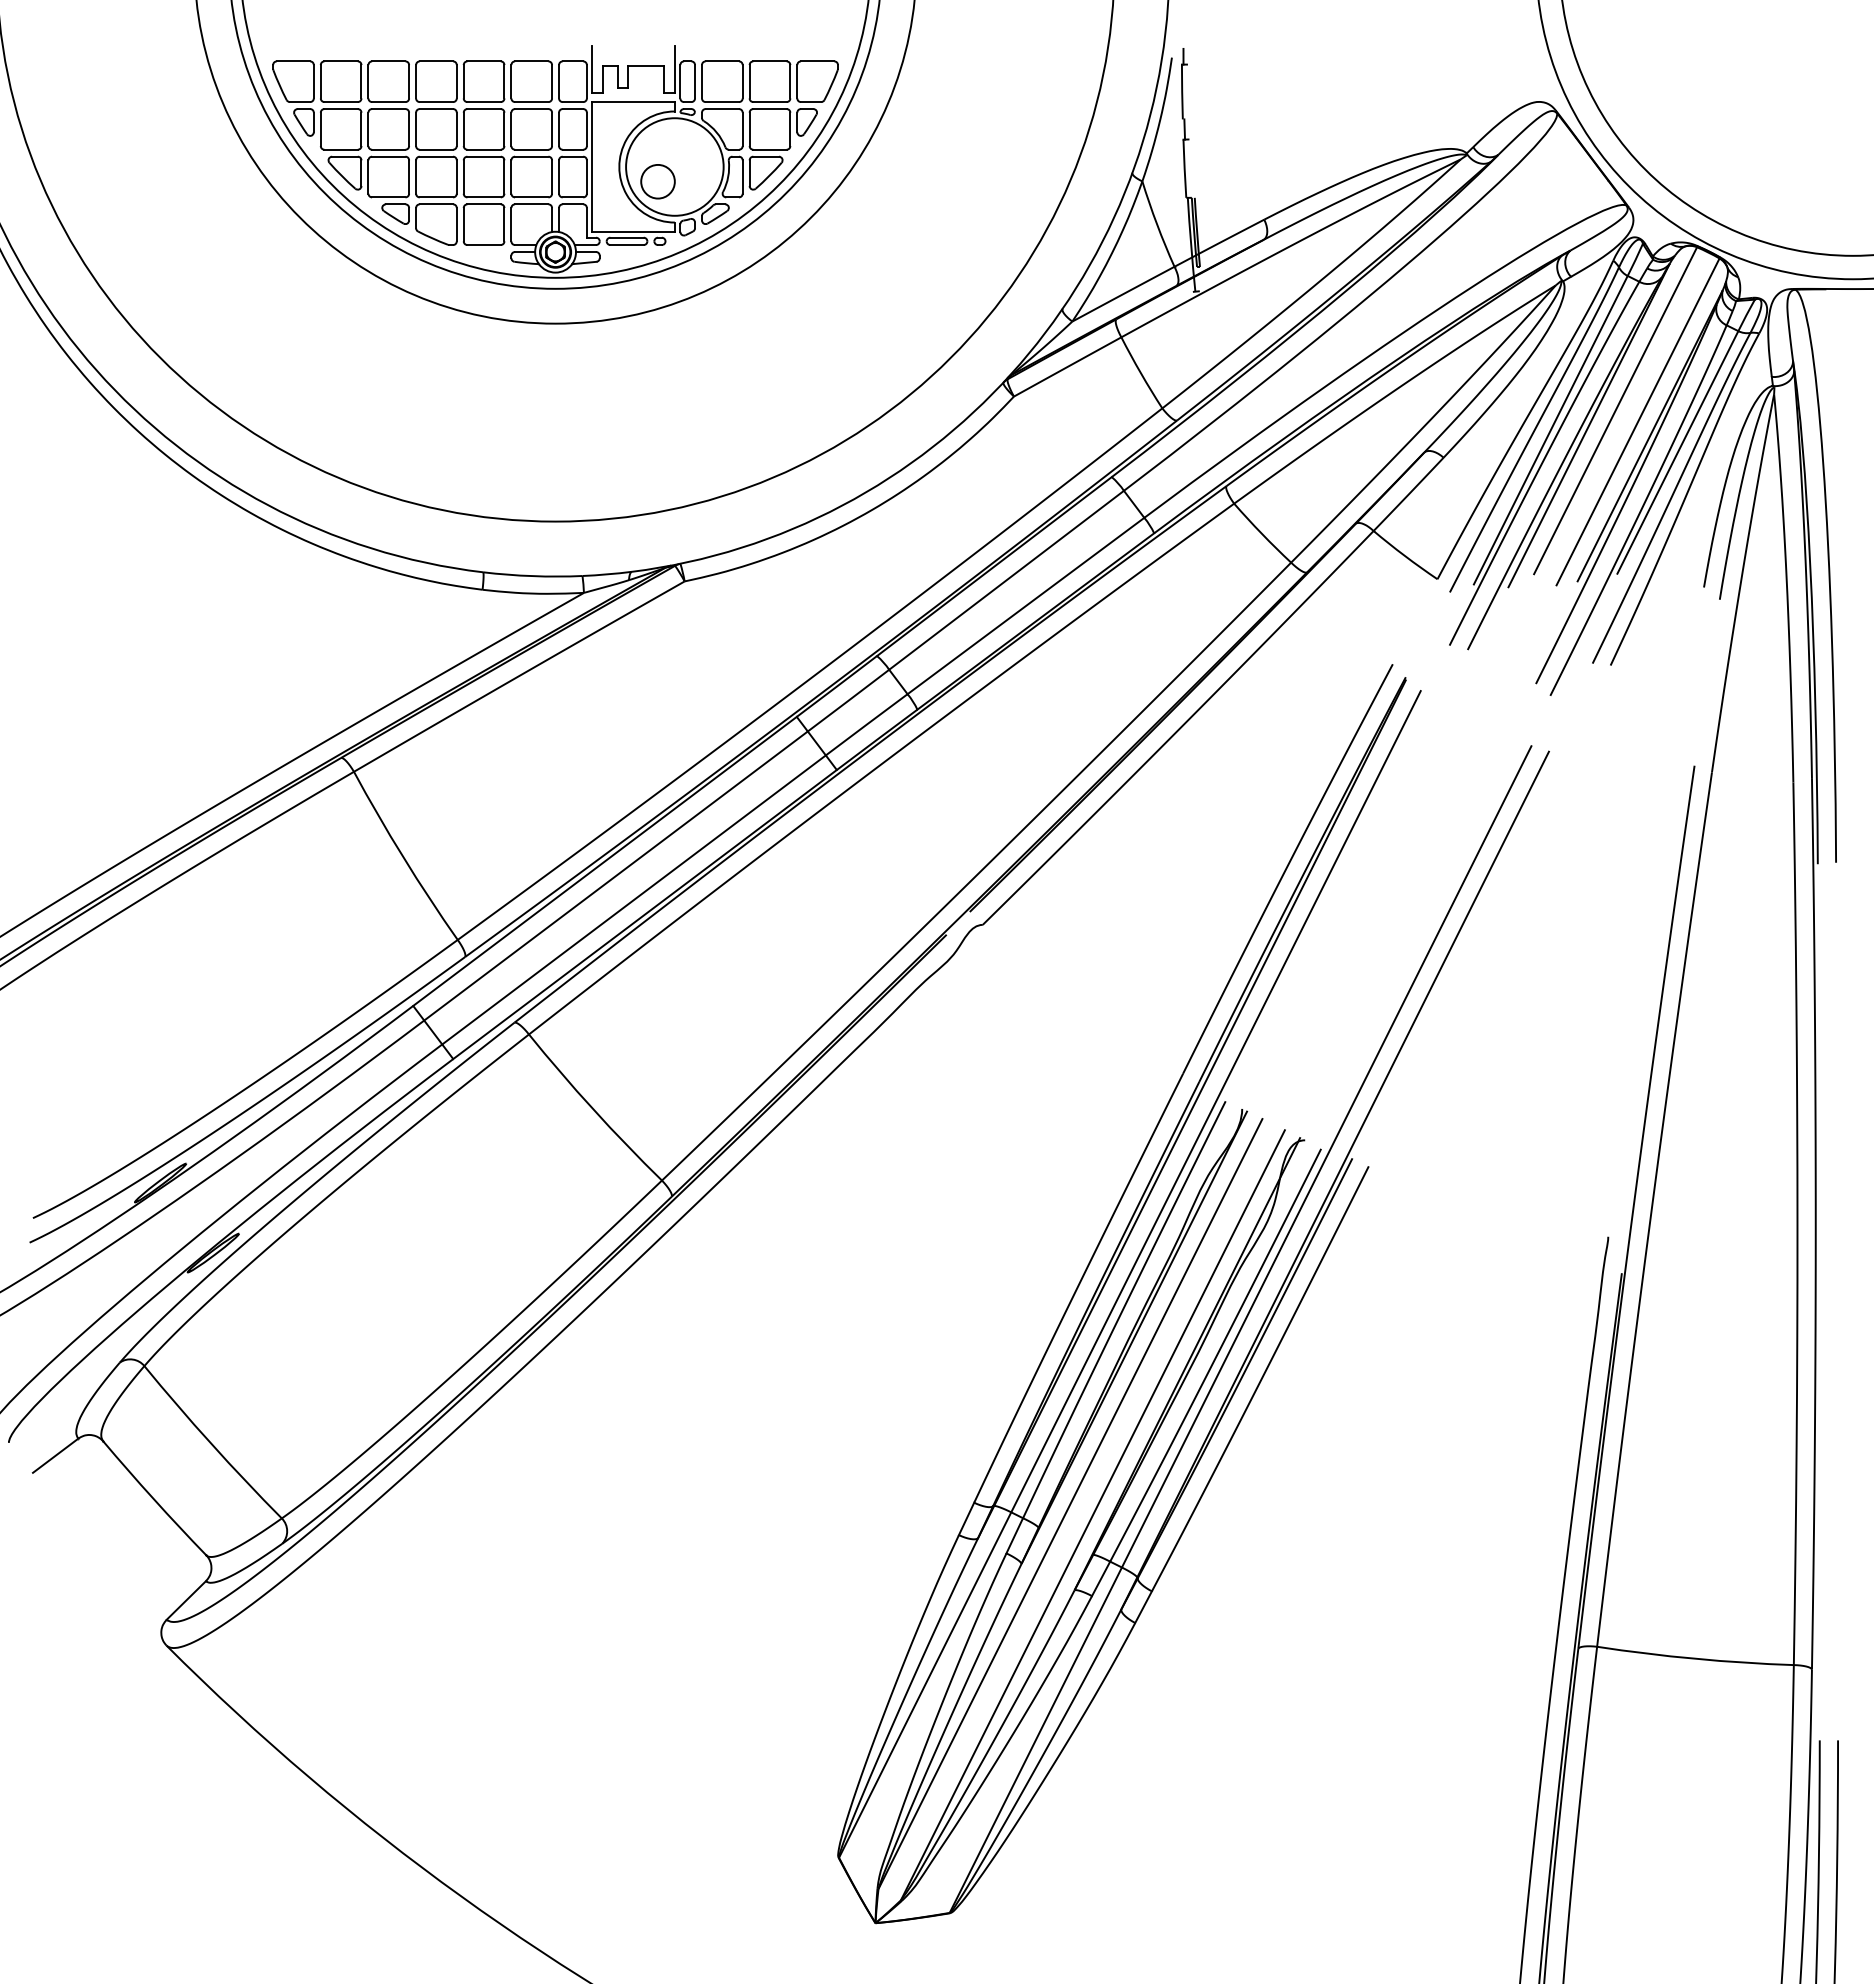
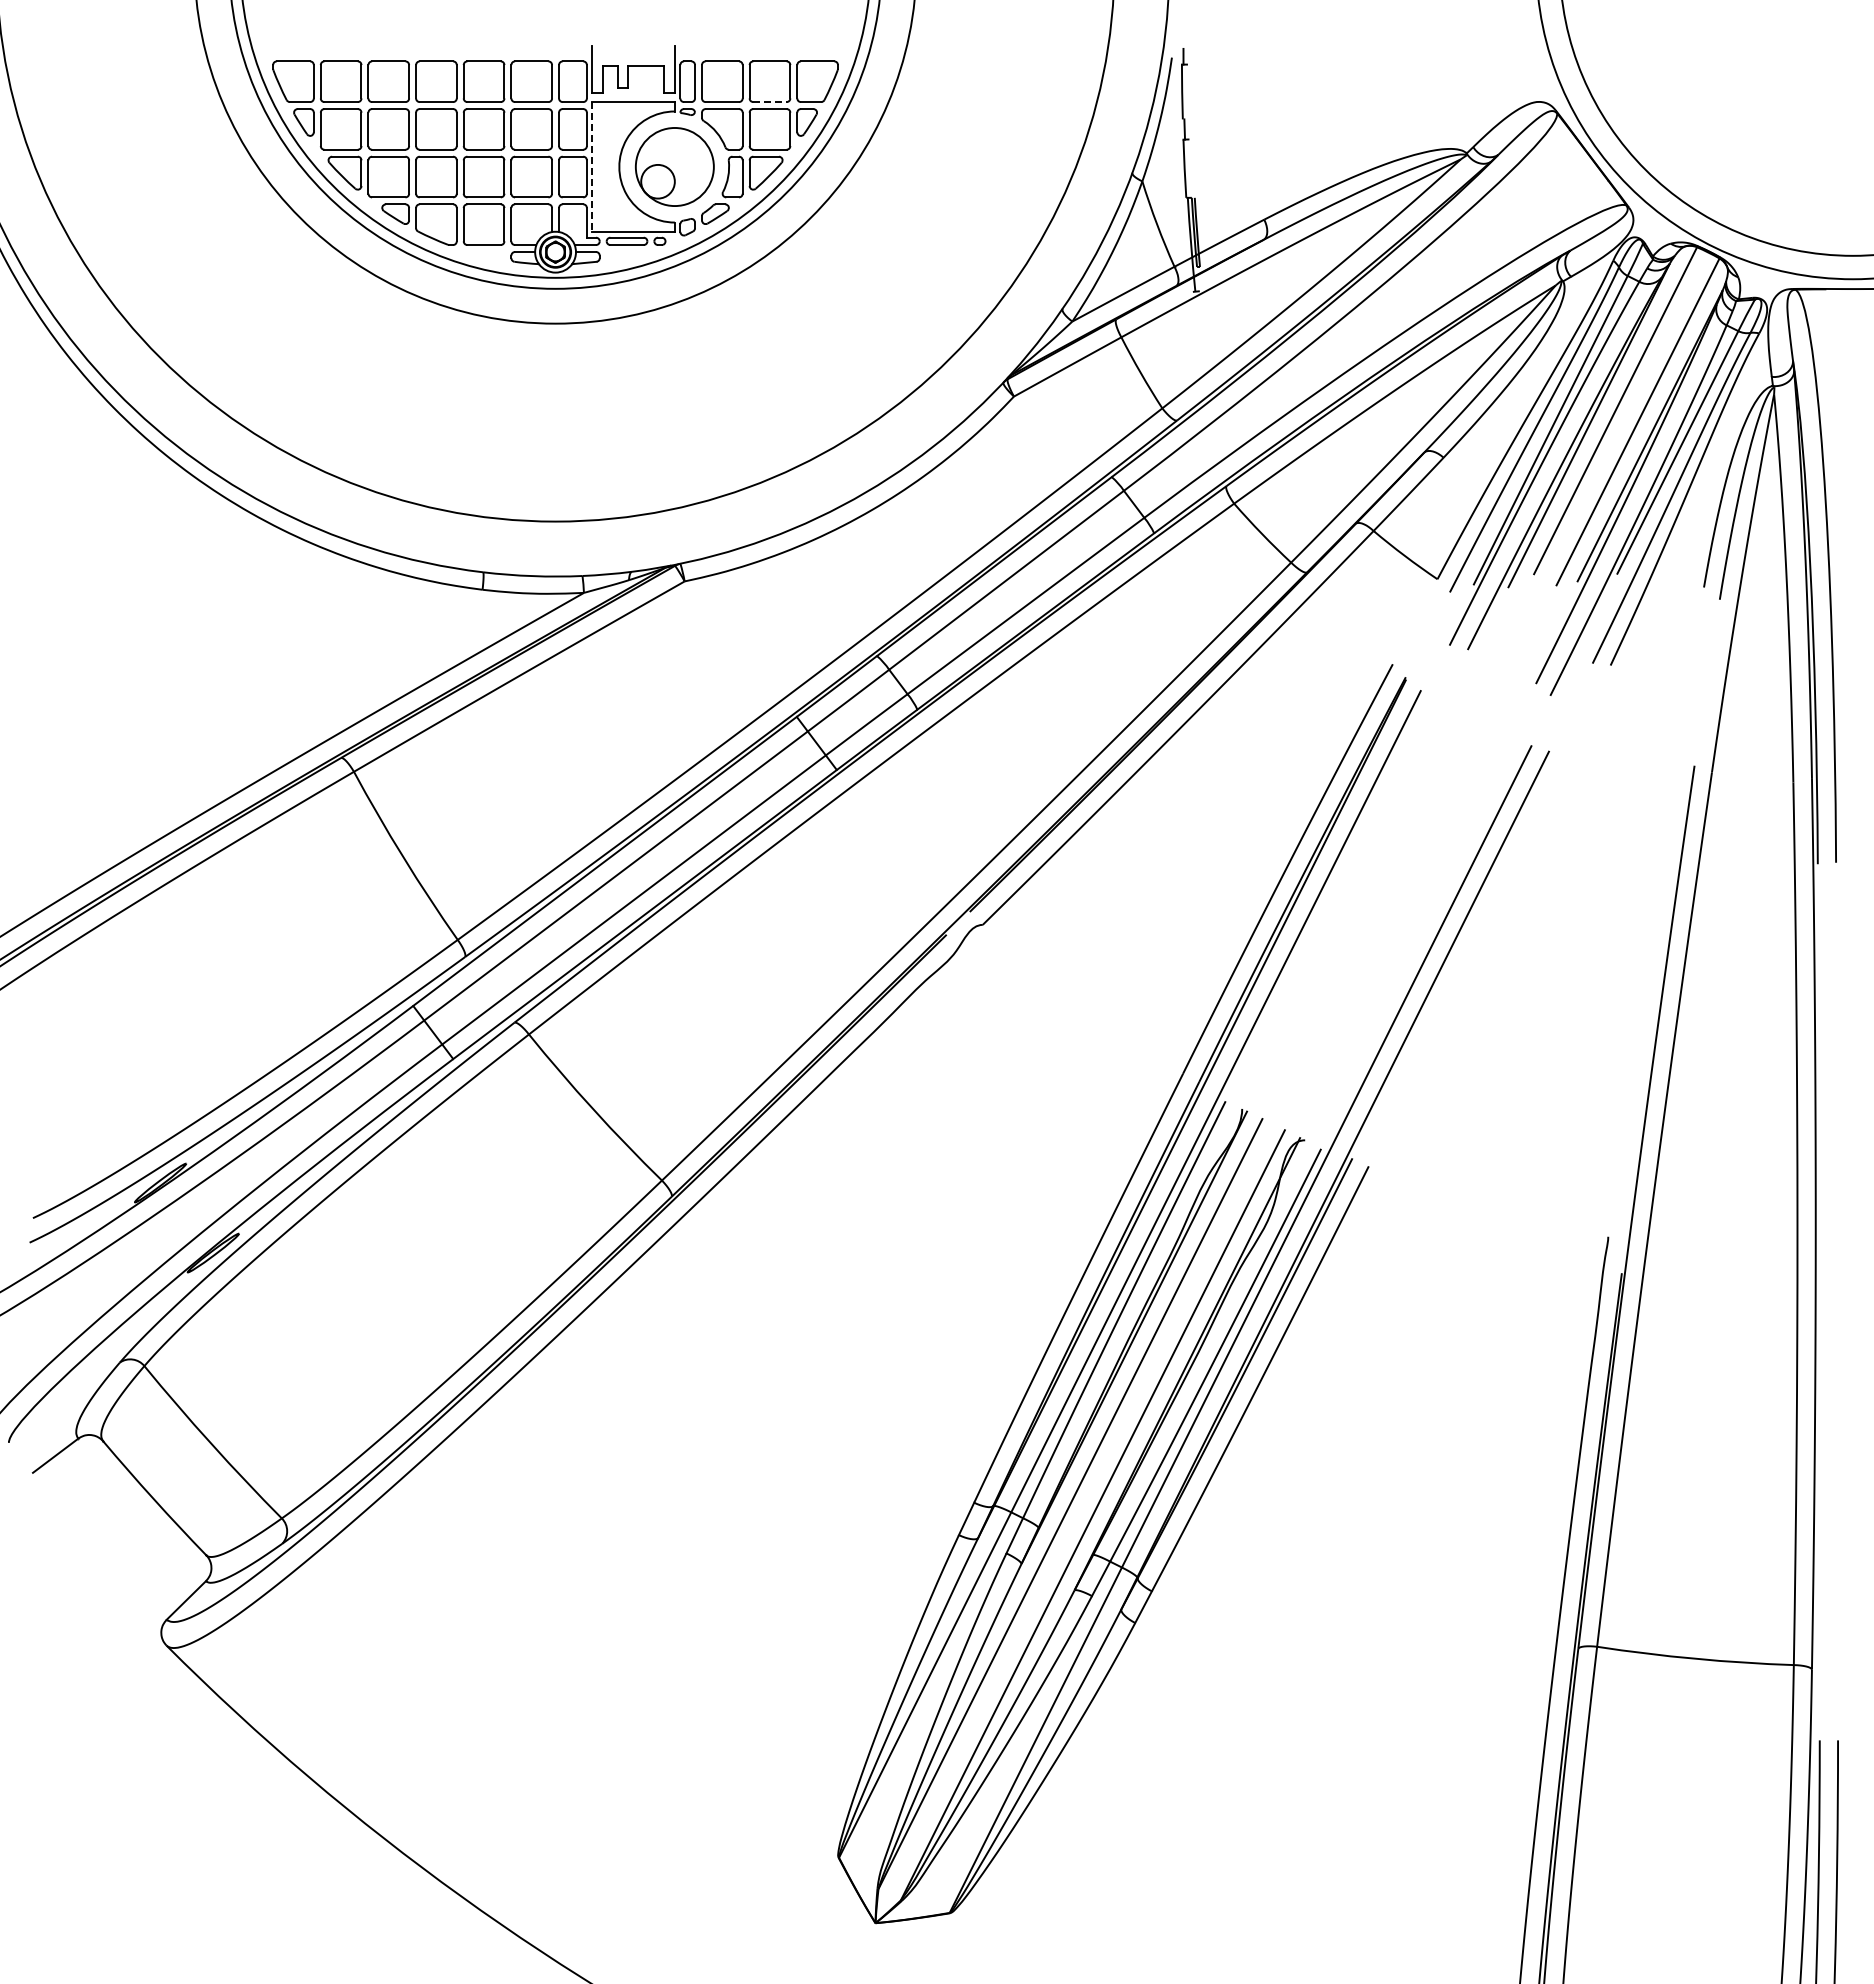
line at (770, 102): solid -> dashed
circle at (674, 166) diameter: 98 px -> 78 px
line at (592, 167): solid -> dashed
